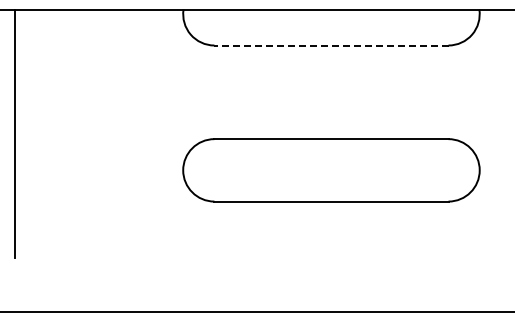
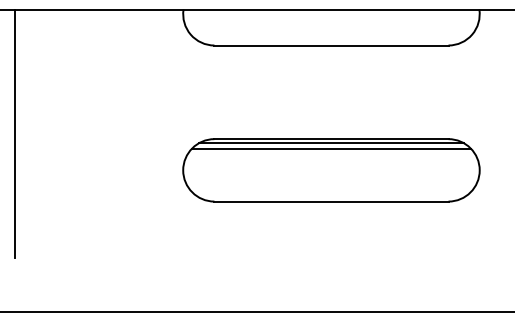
line at (330, 45): dashed -> solid
line at (331, 143): none -> present
line at (331, 148): none -> present
